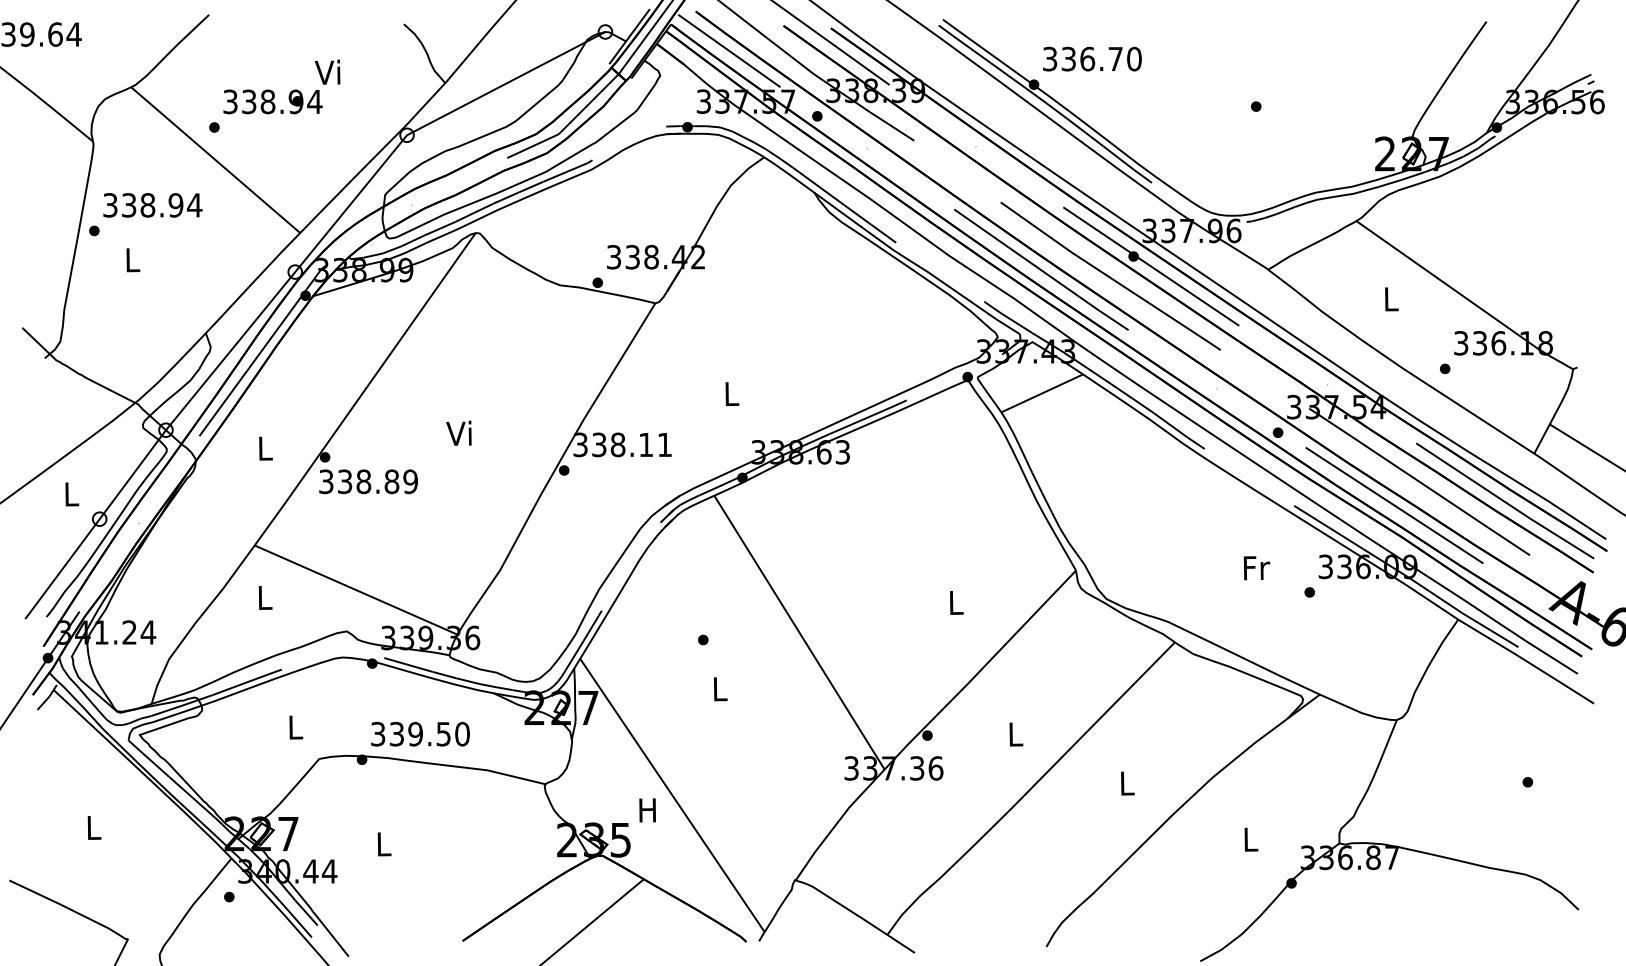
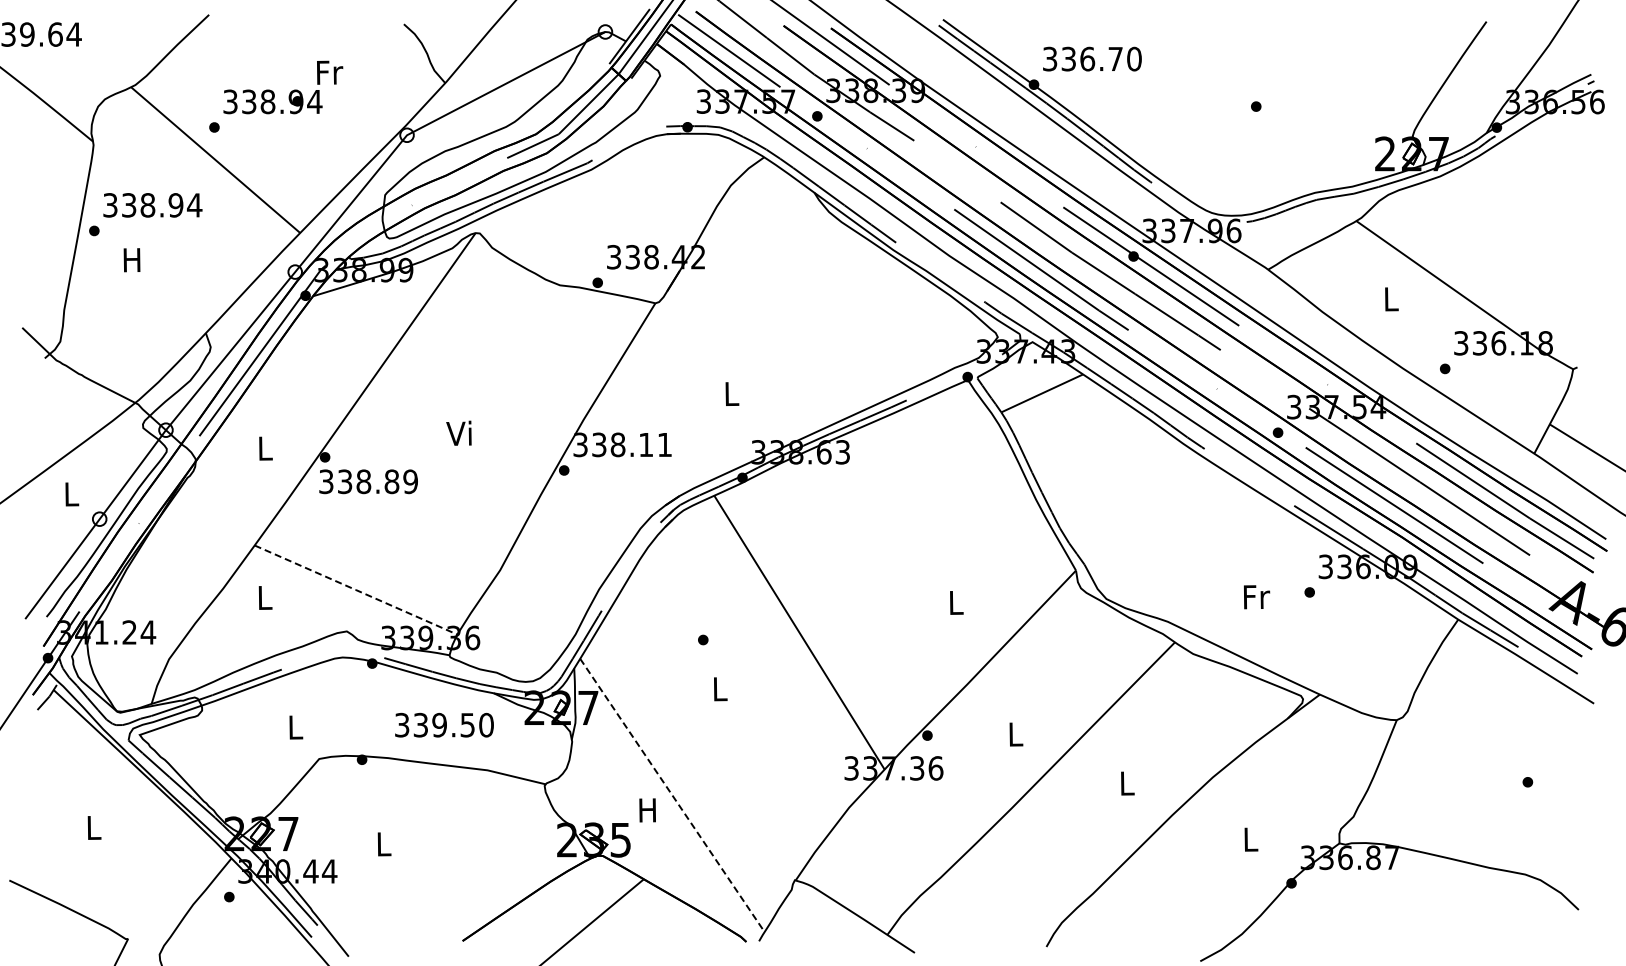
text at (328, 71): Vi -> Fr
text at (131, 260): L -> H
text at (1257, 568) position: (1257, 568) -> (1257, 597)
line at (356, 590): solid -> dashed
text at (420, 733) position: (420, 733) -> (444, 724)
line at (672, 795): solid -> dashed
